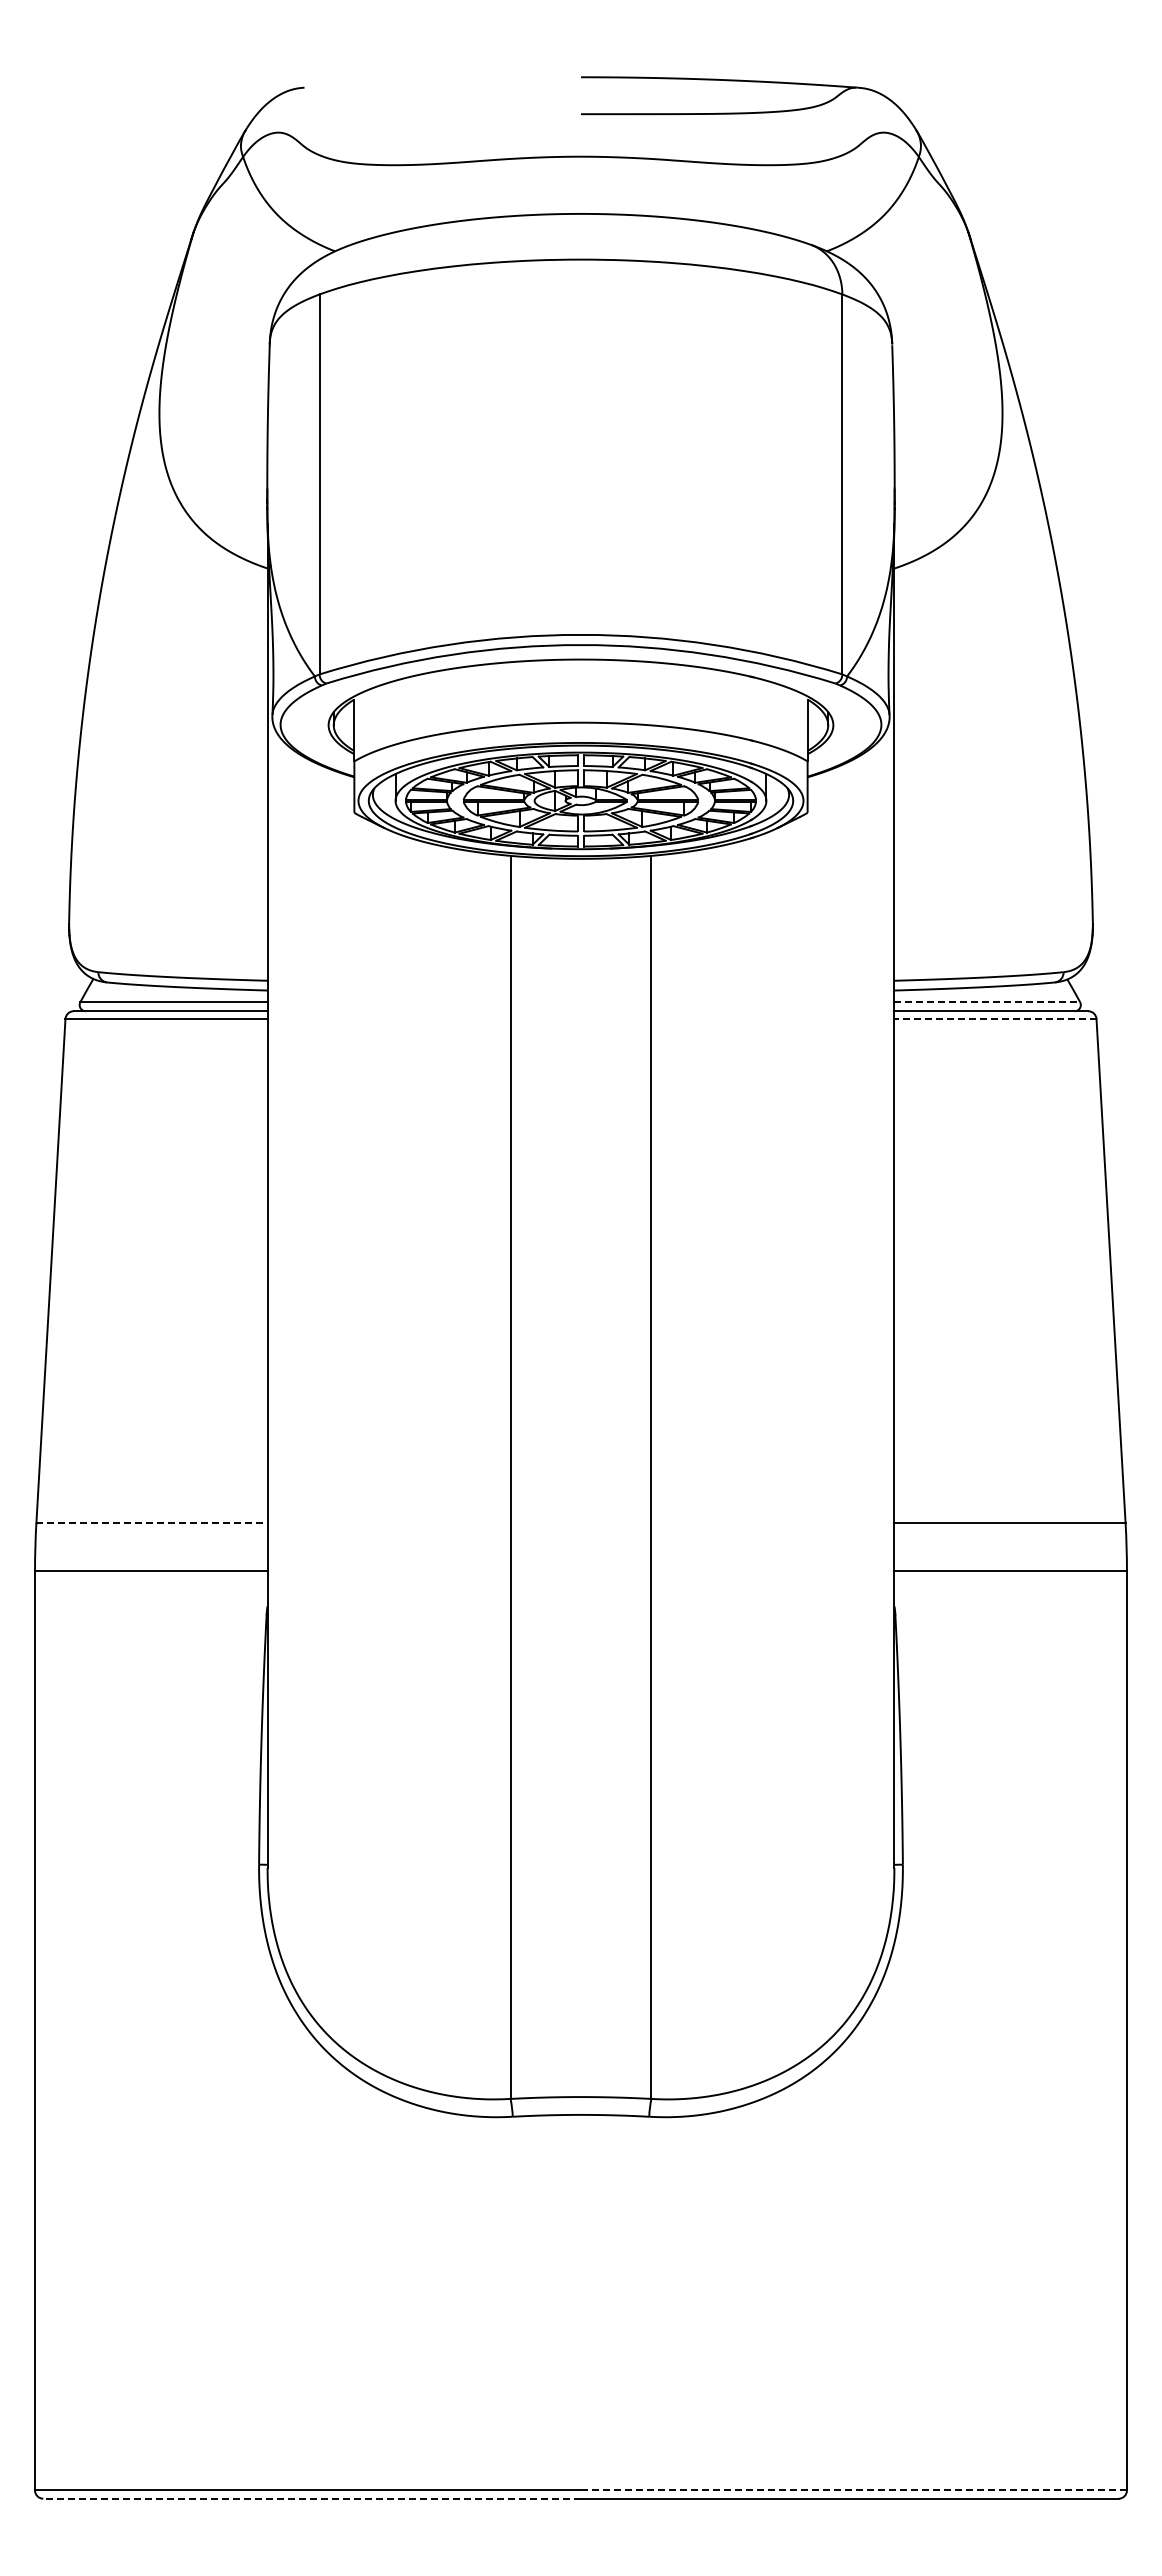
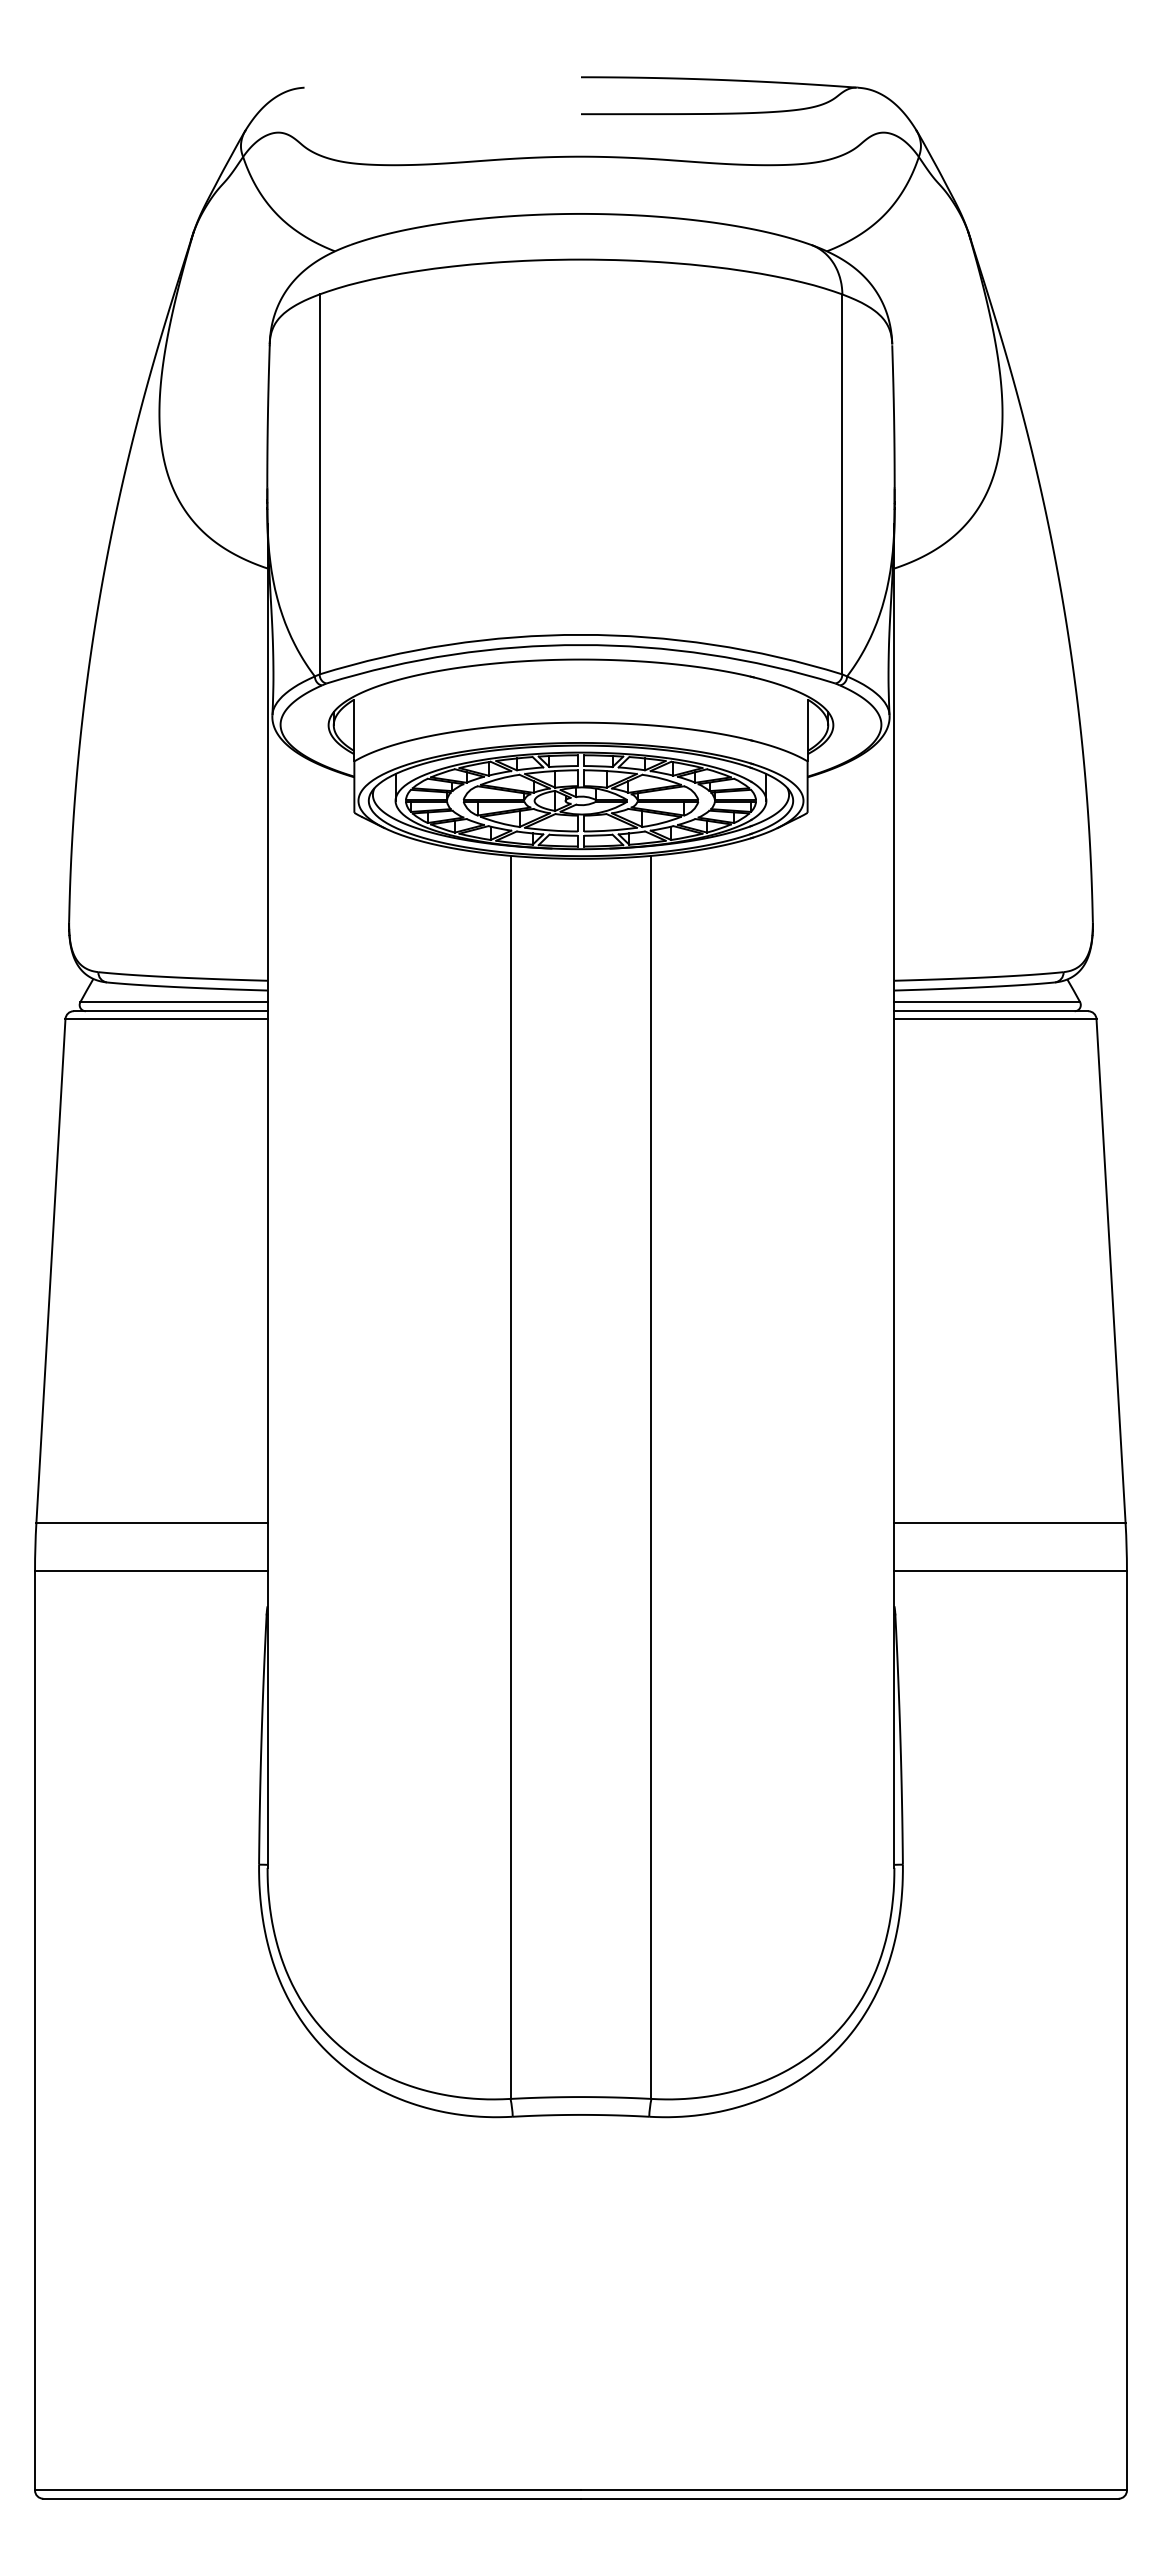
line at (987, 1002): dashed -> solid
line at (994, 1019): dashed -> solid
line at (151, 1523): dashed -> solid
line at (853, 2490): dashed -> solid
line at (312, 2498): dashed -> solid
